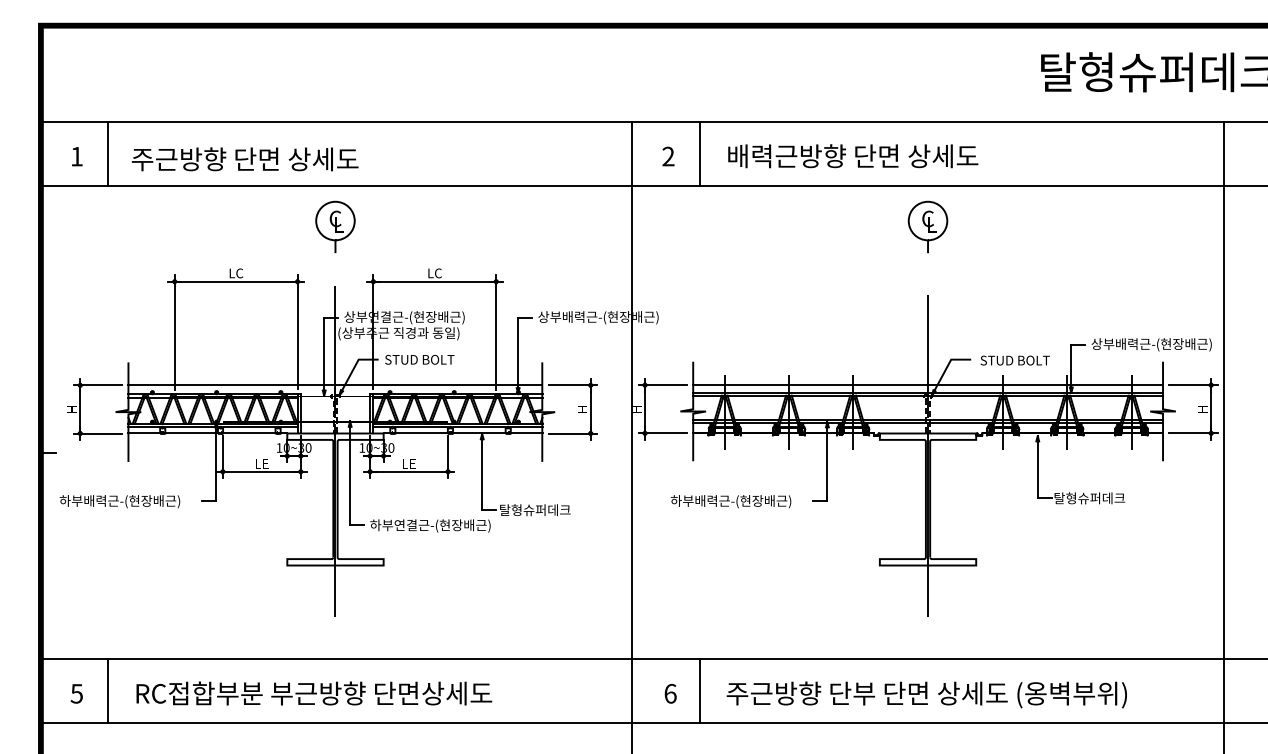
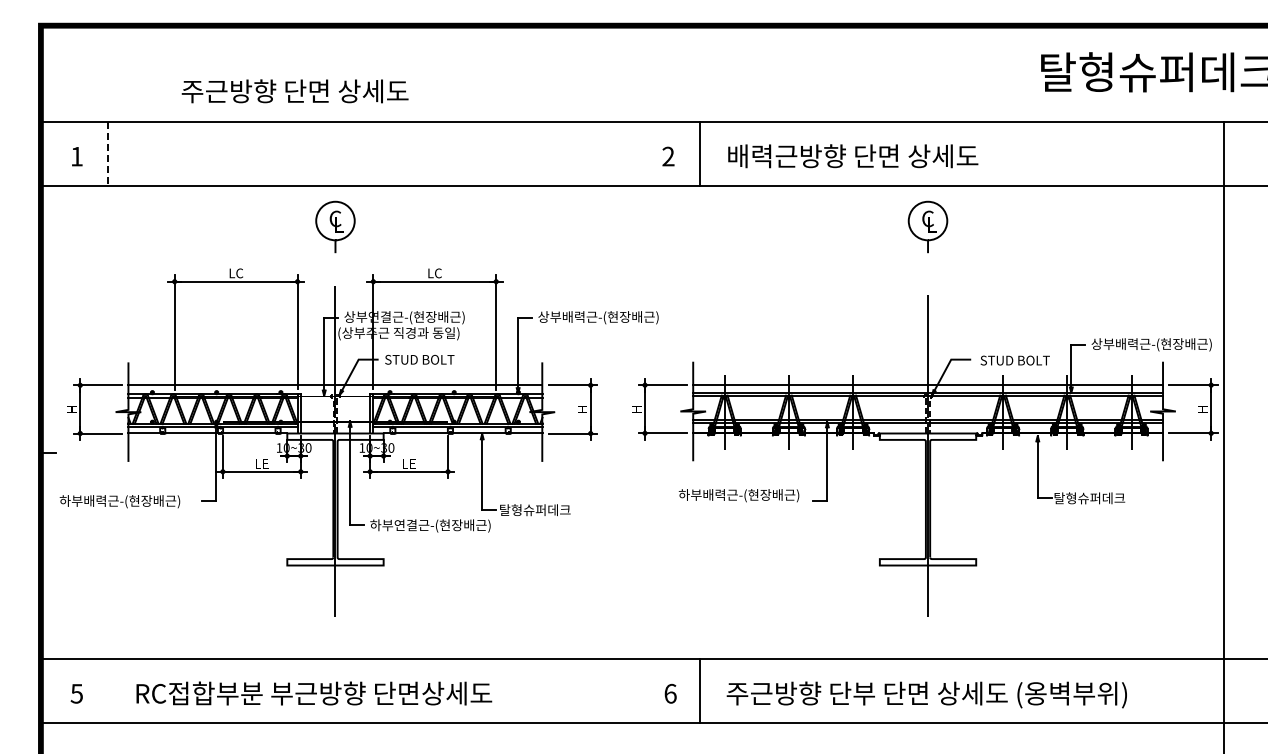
line at (108, 154): solid -> dashed
text at (244, 159) position: (244, 159) -> (294, 91)
line at (632, 436): present -> none
text at (730, 501) position: (730, 501) -> (738, 495)
line at (108, 691): present -> none
